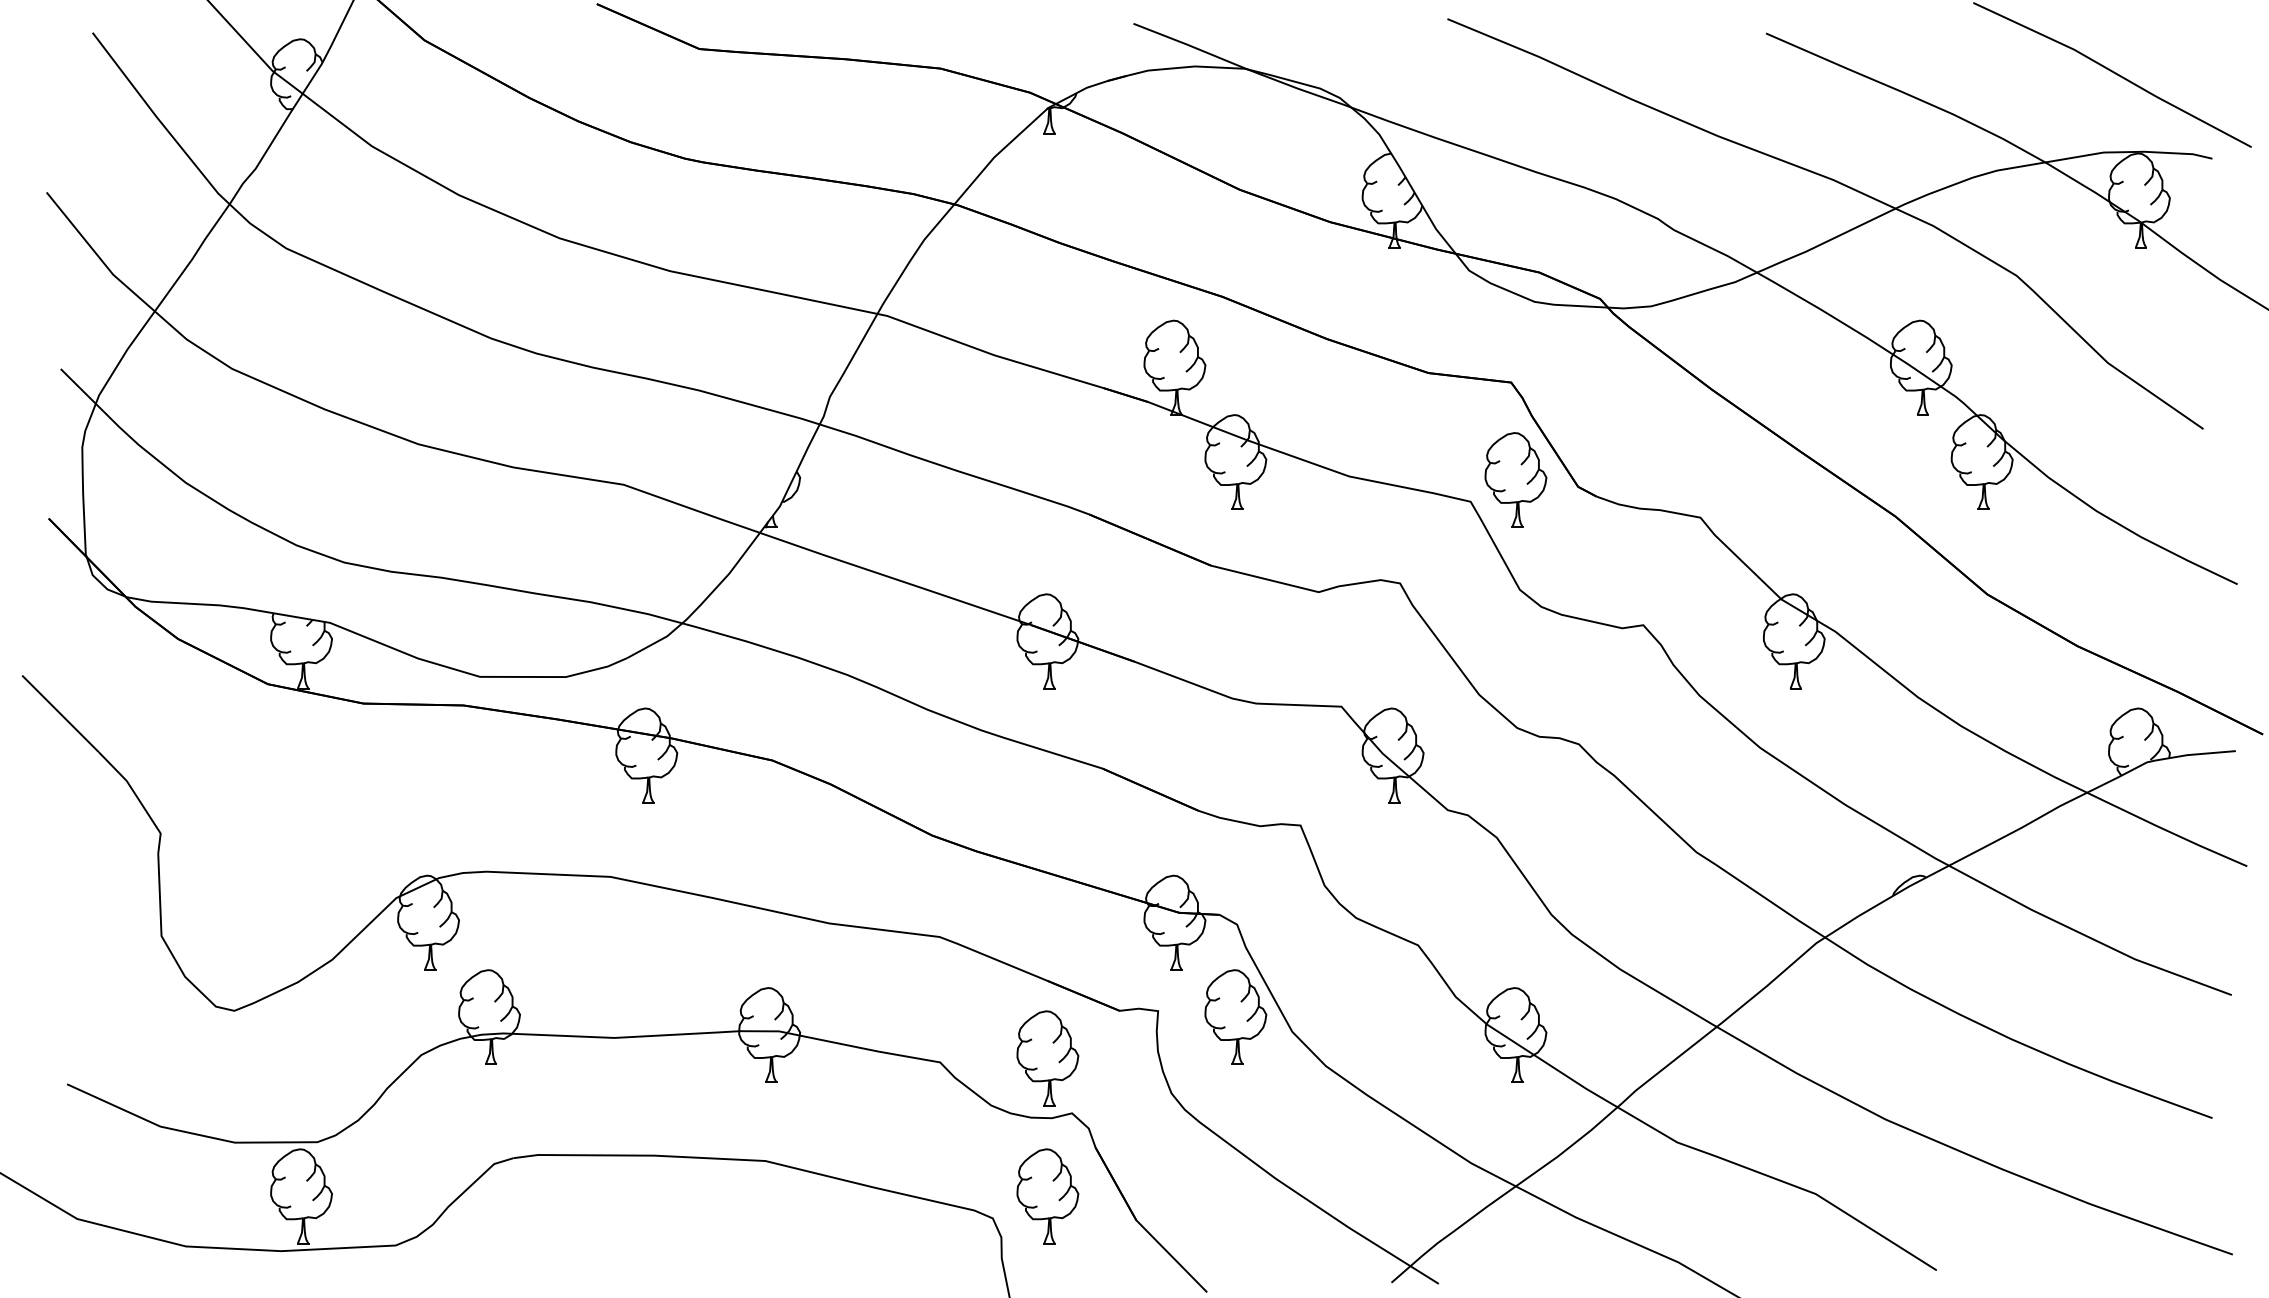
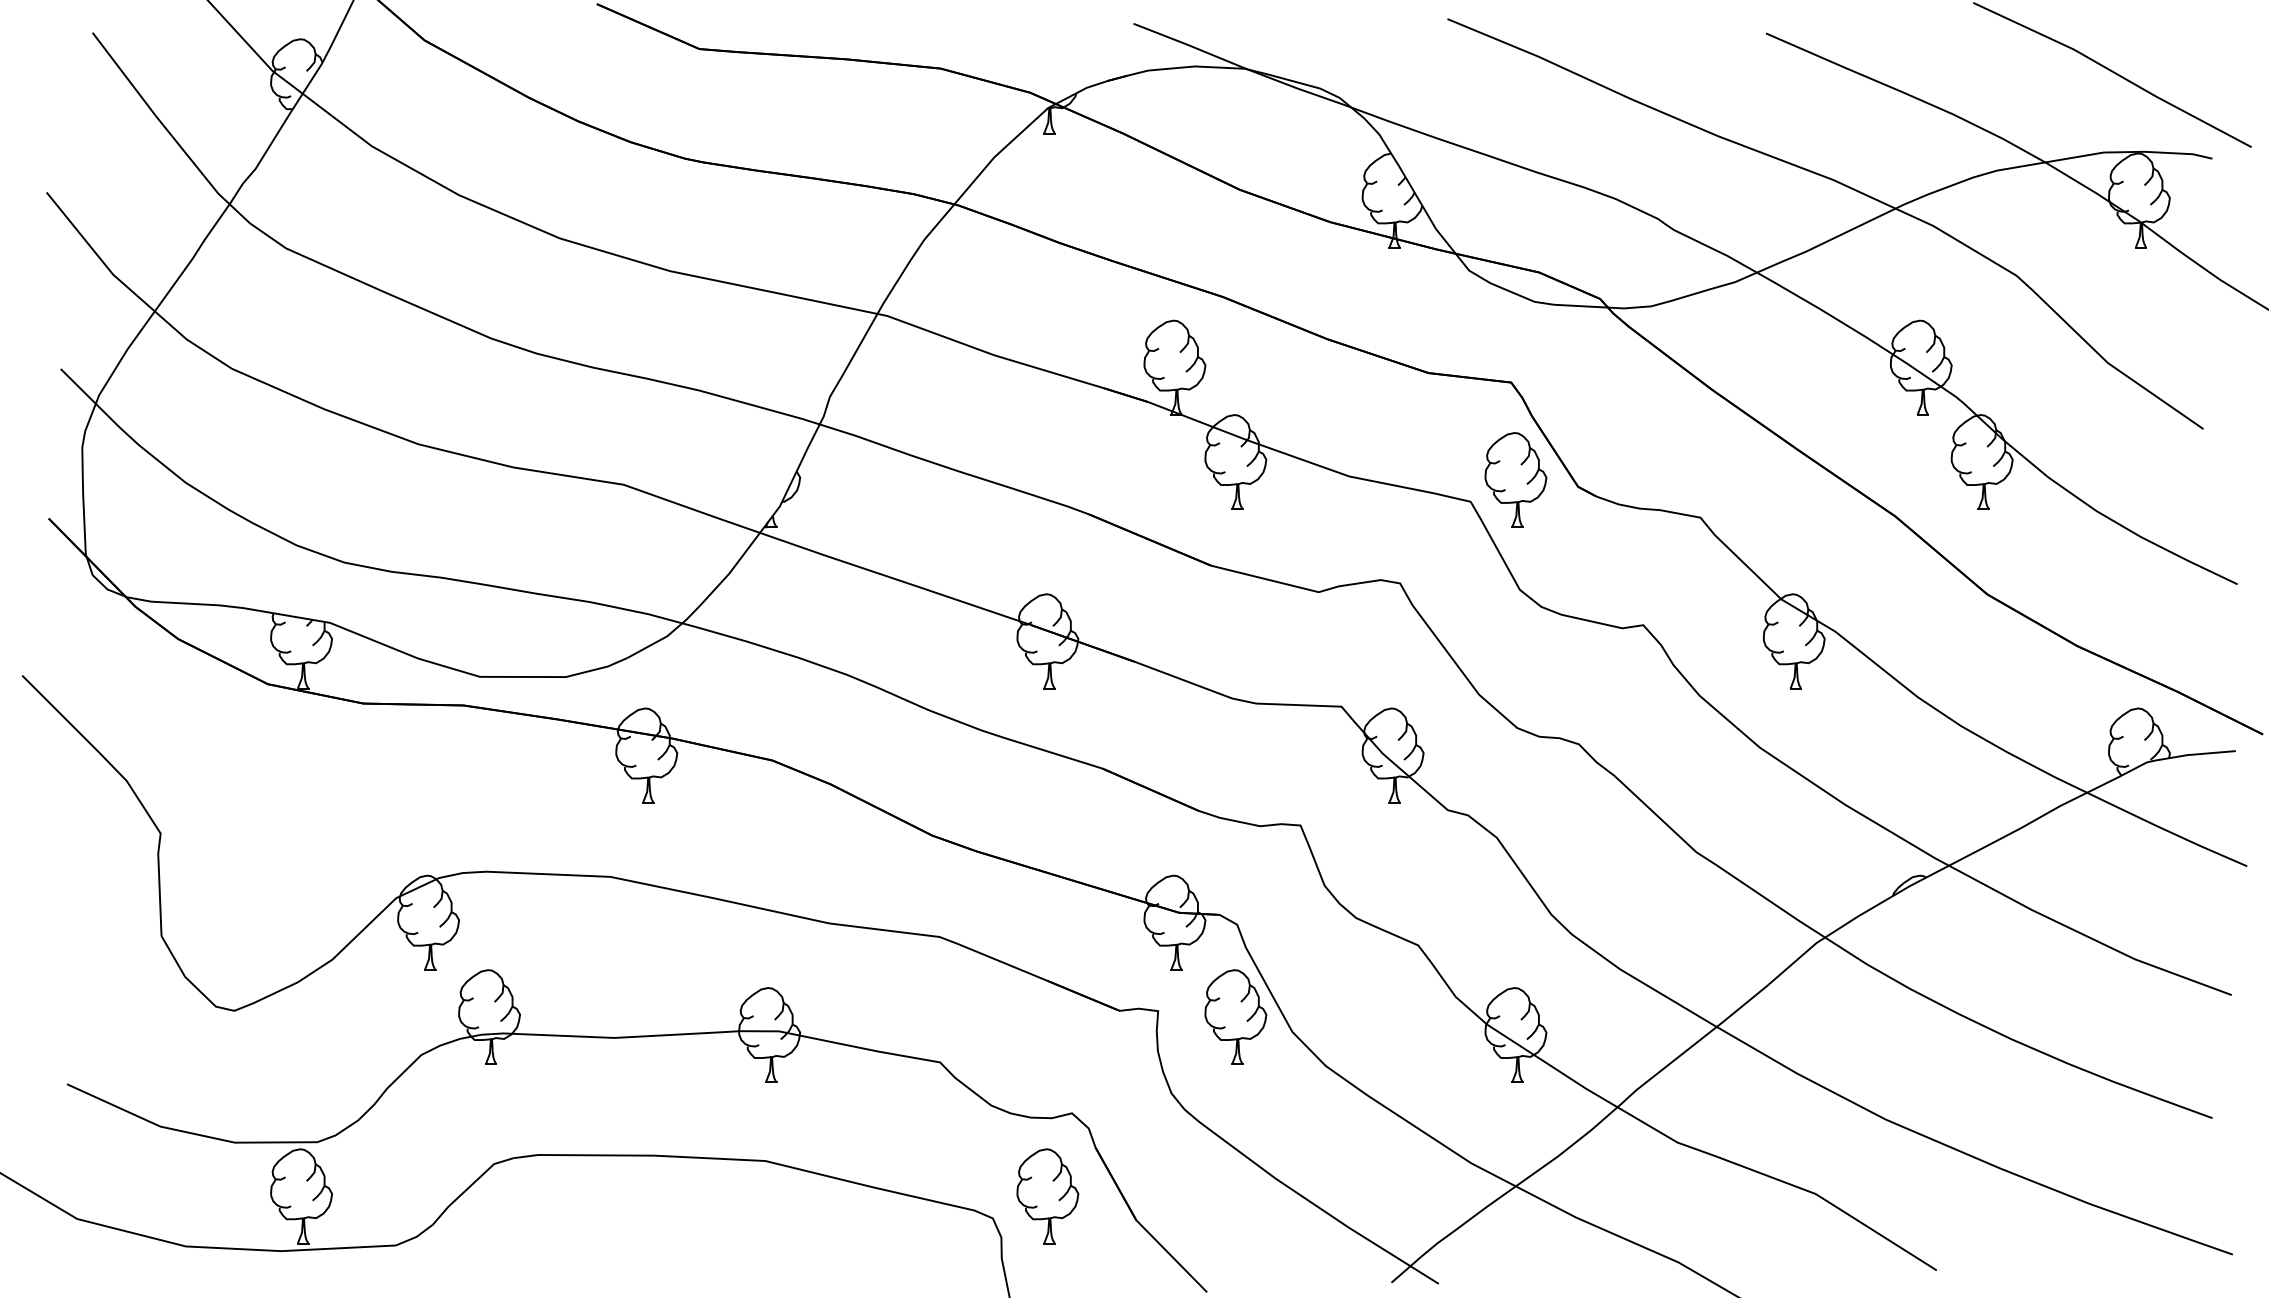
part at (1047, 1058): present -> none
